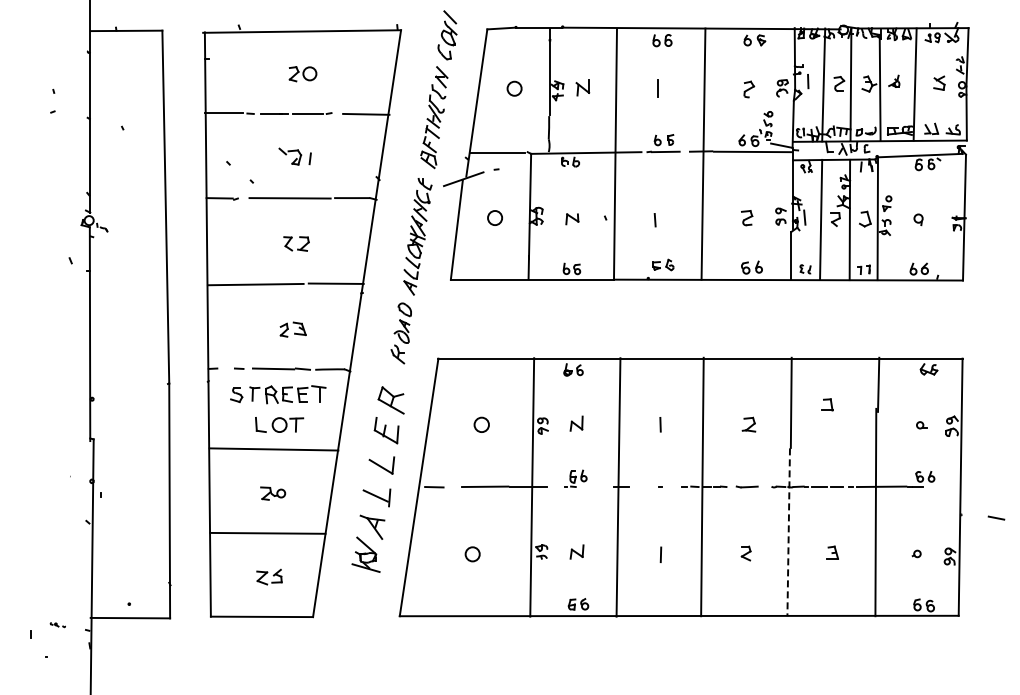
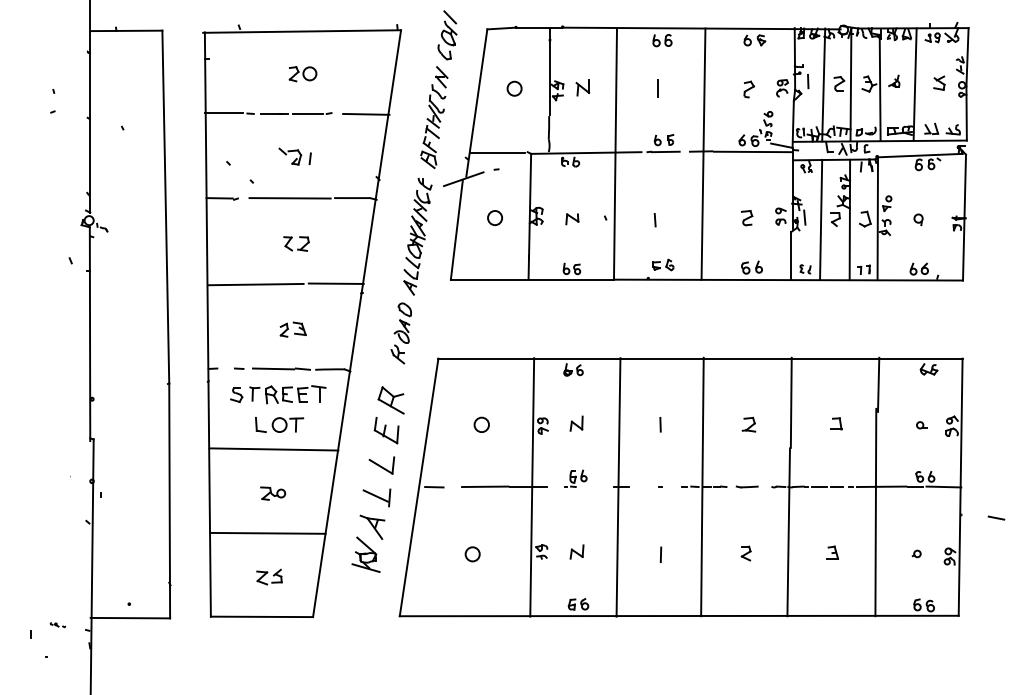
part at (827, 404) position: (827, 404) -> (836, 423)
line at (943, 486): none -> present
line at (788, 532): dashed -> solid
